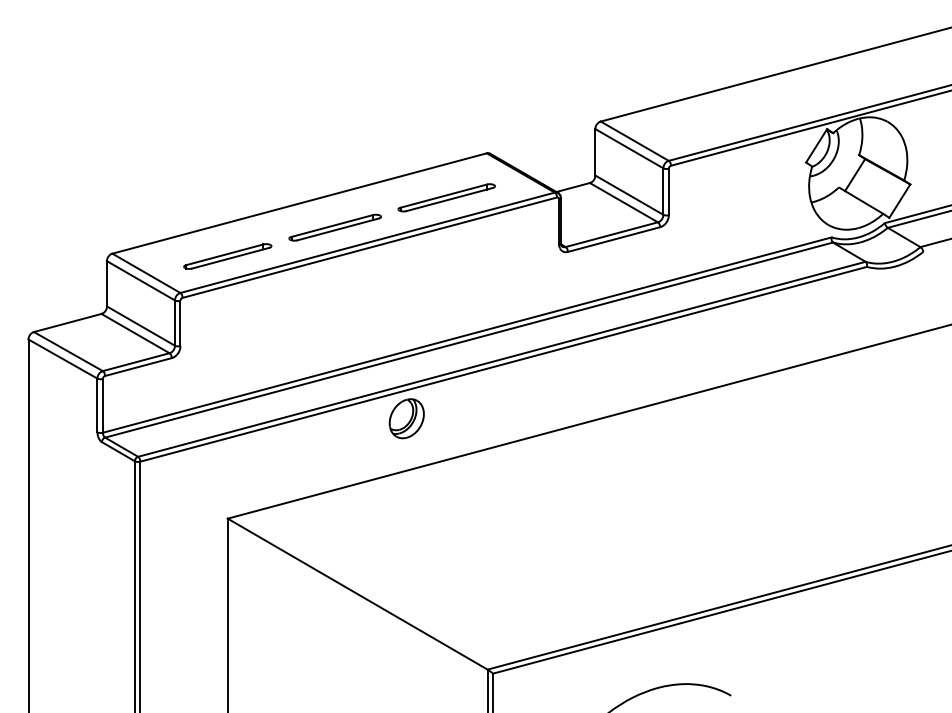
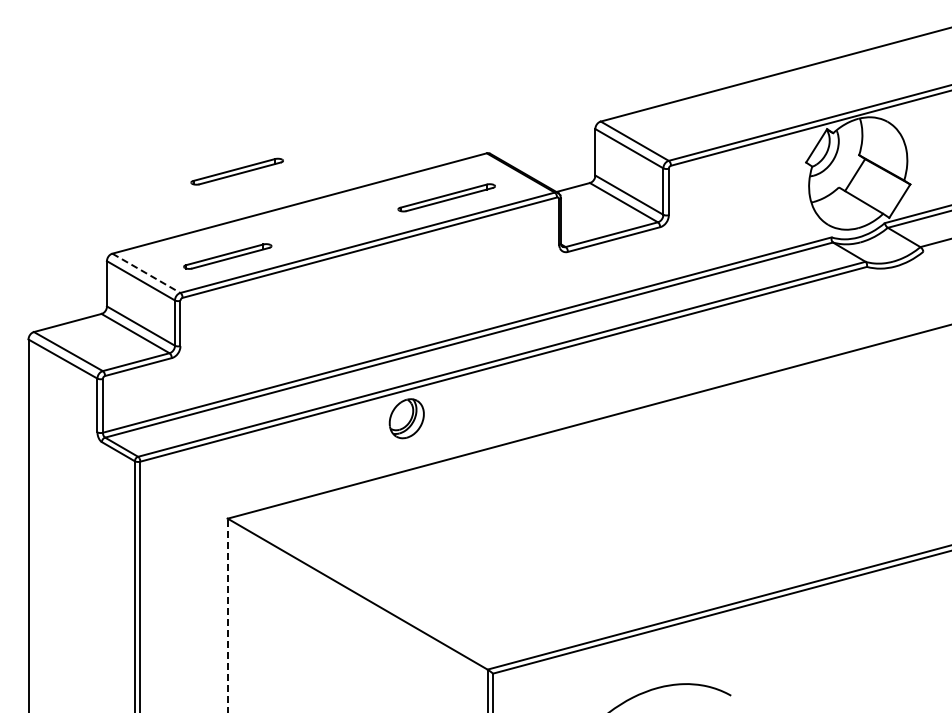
part at (334, 227) position: (334, 227) -> (236, 171)
line at (146, 273): solid -> dashed
line at (227, 615): solid -> dashed
